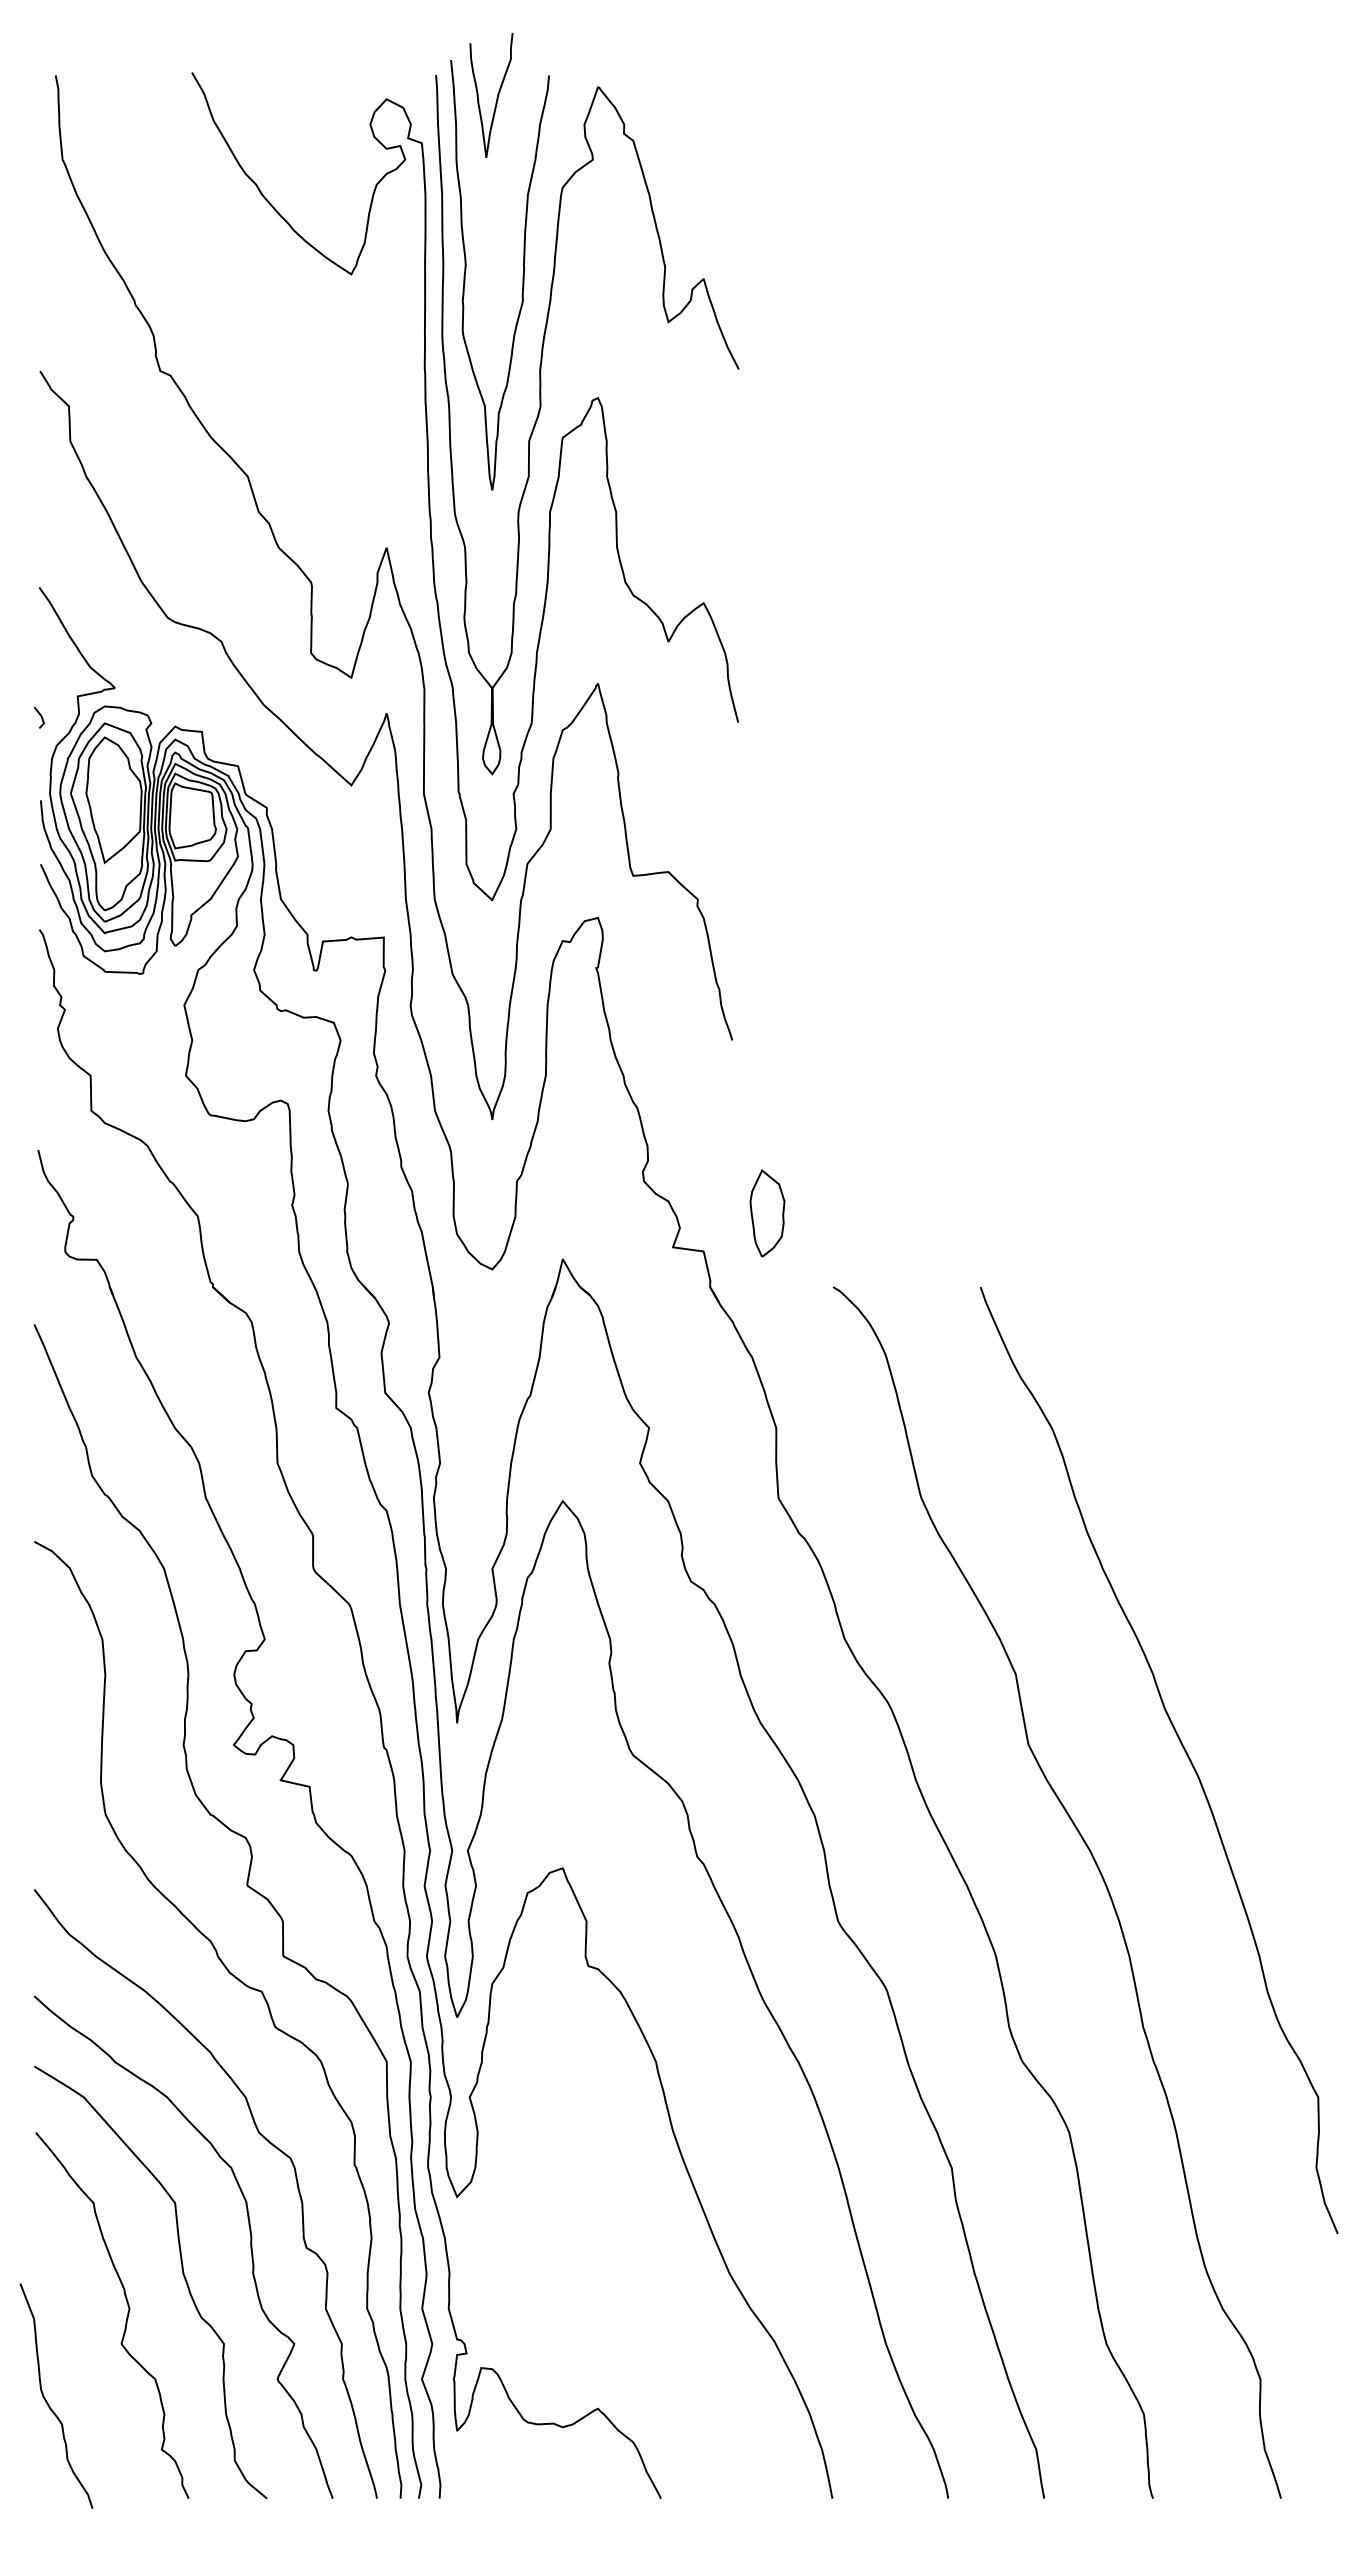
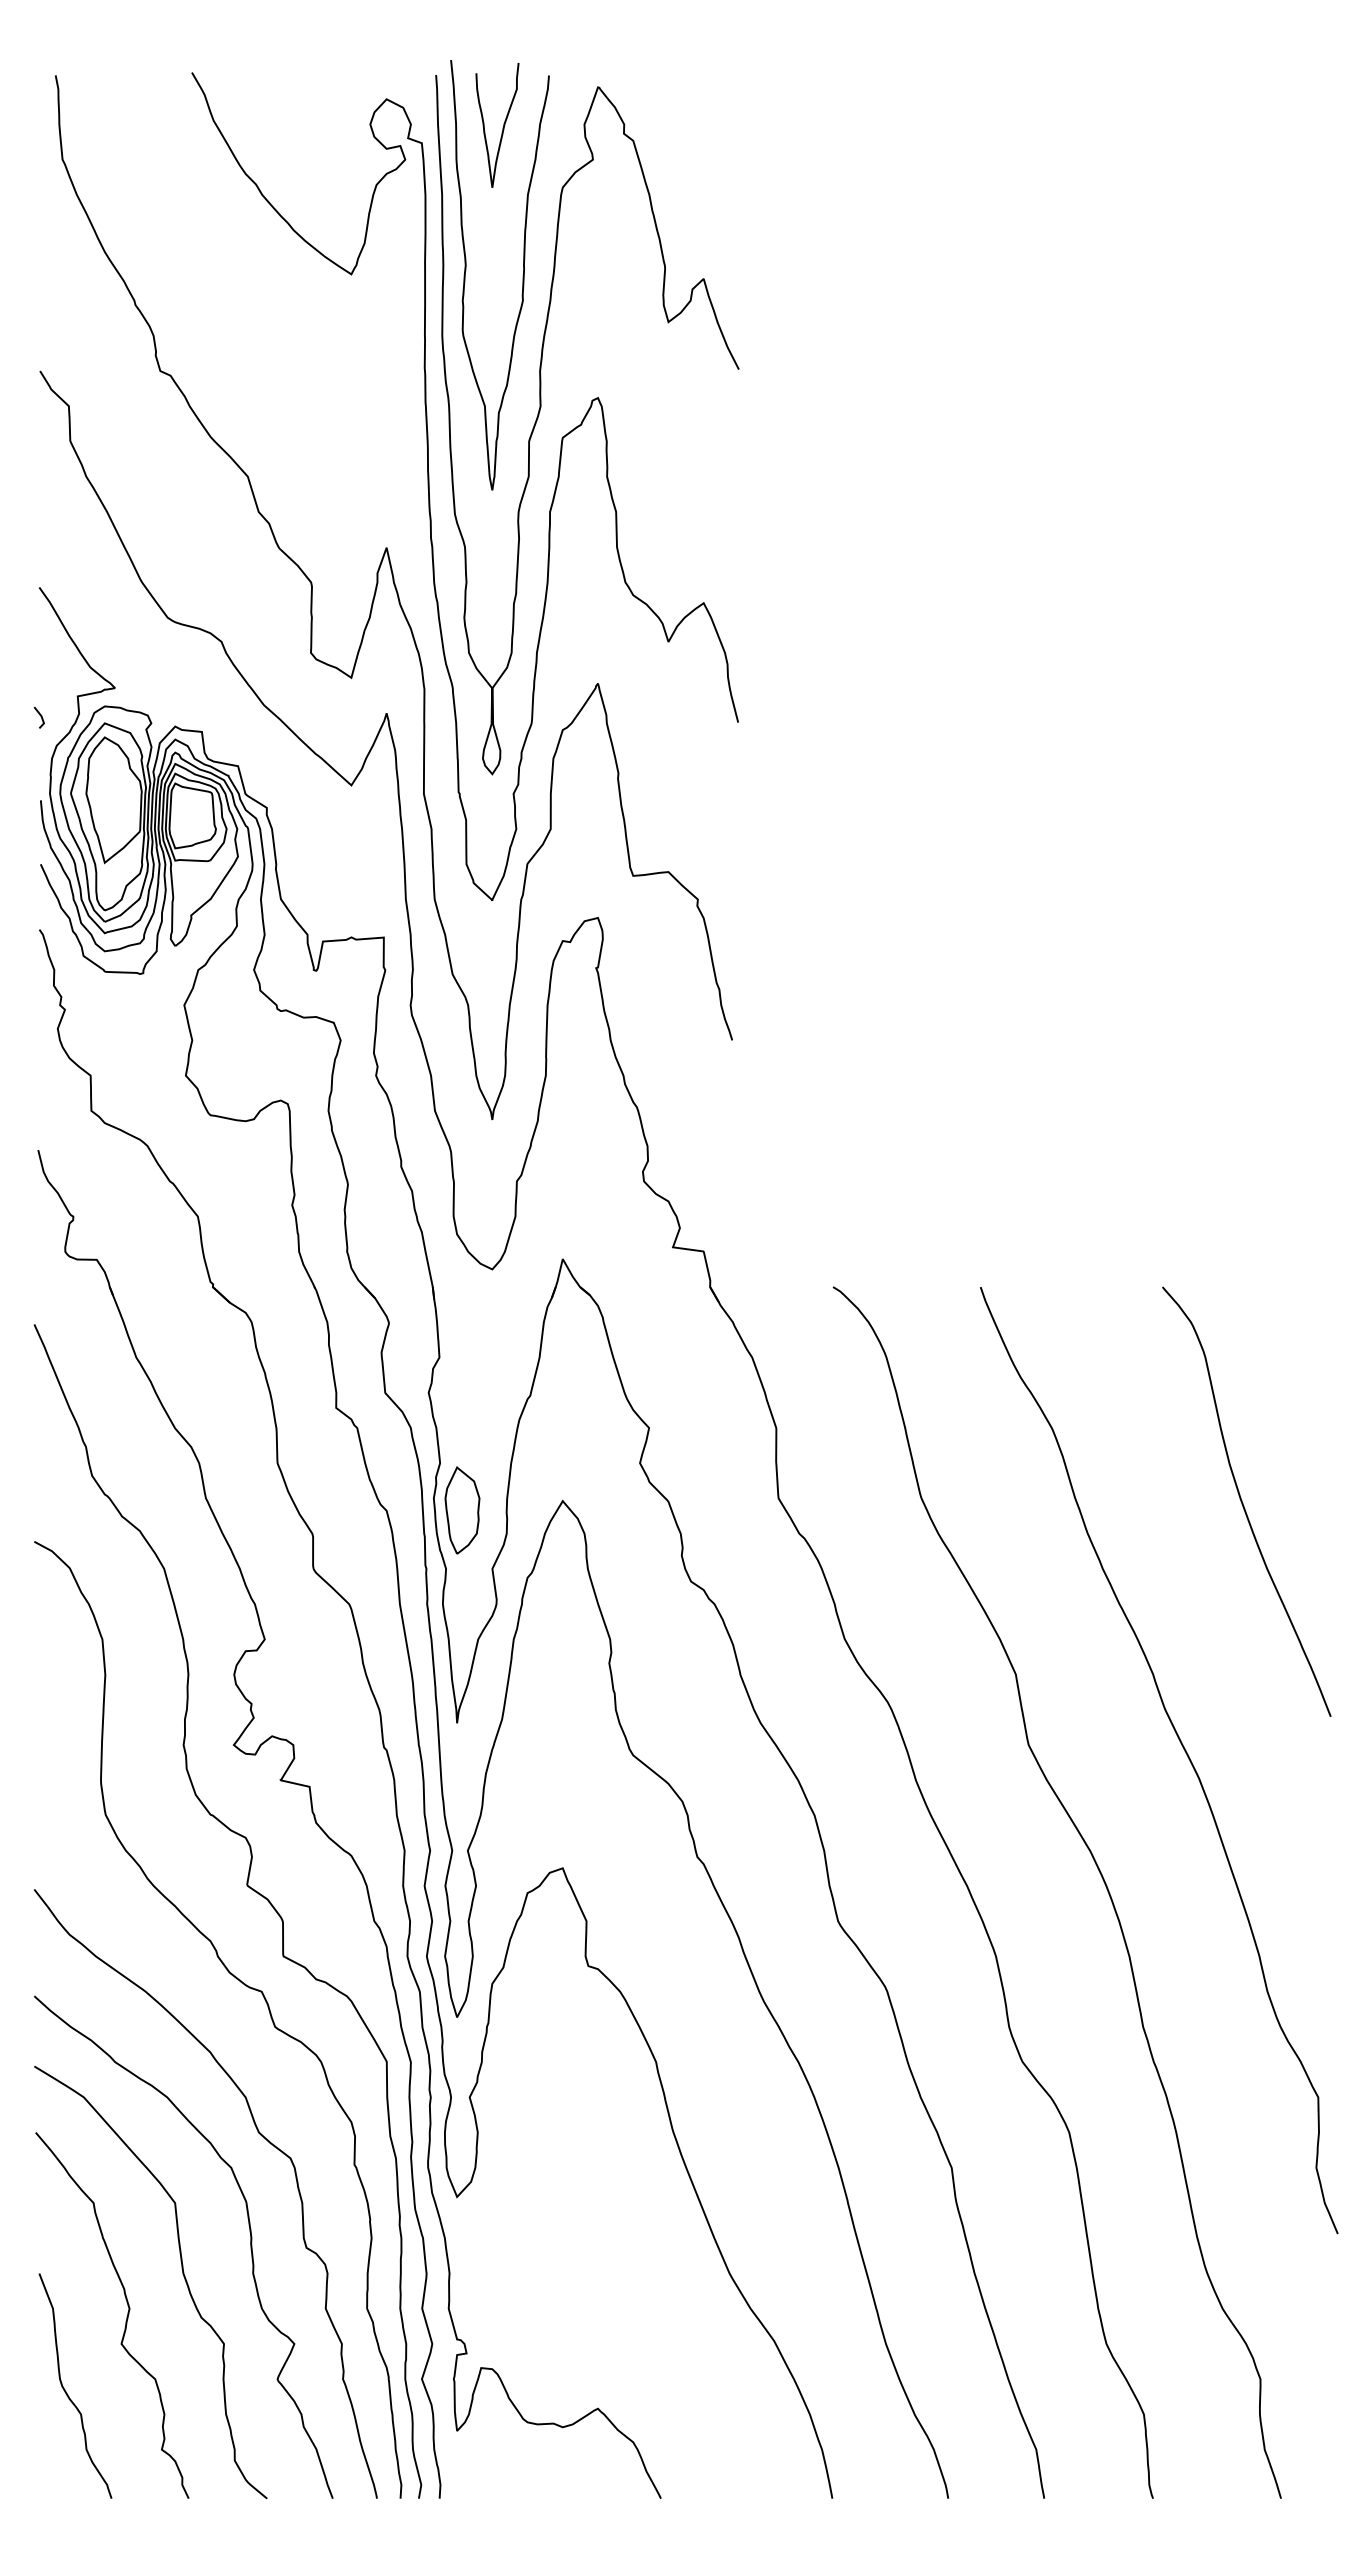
curve at (496, 97) position: (496, 97) -> (502, 127)
part at (767, 1213) position: (767, 1213) -> (462, 1510)
curve at (1243, 1503): none -> present
curve at (46, 2399) position: (46, 2399) -> (65, 2389)
